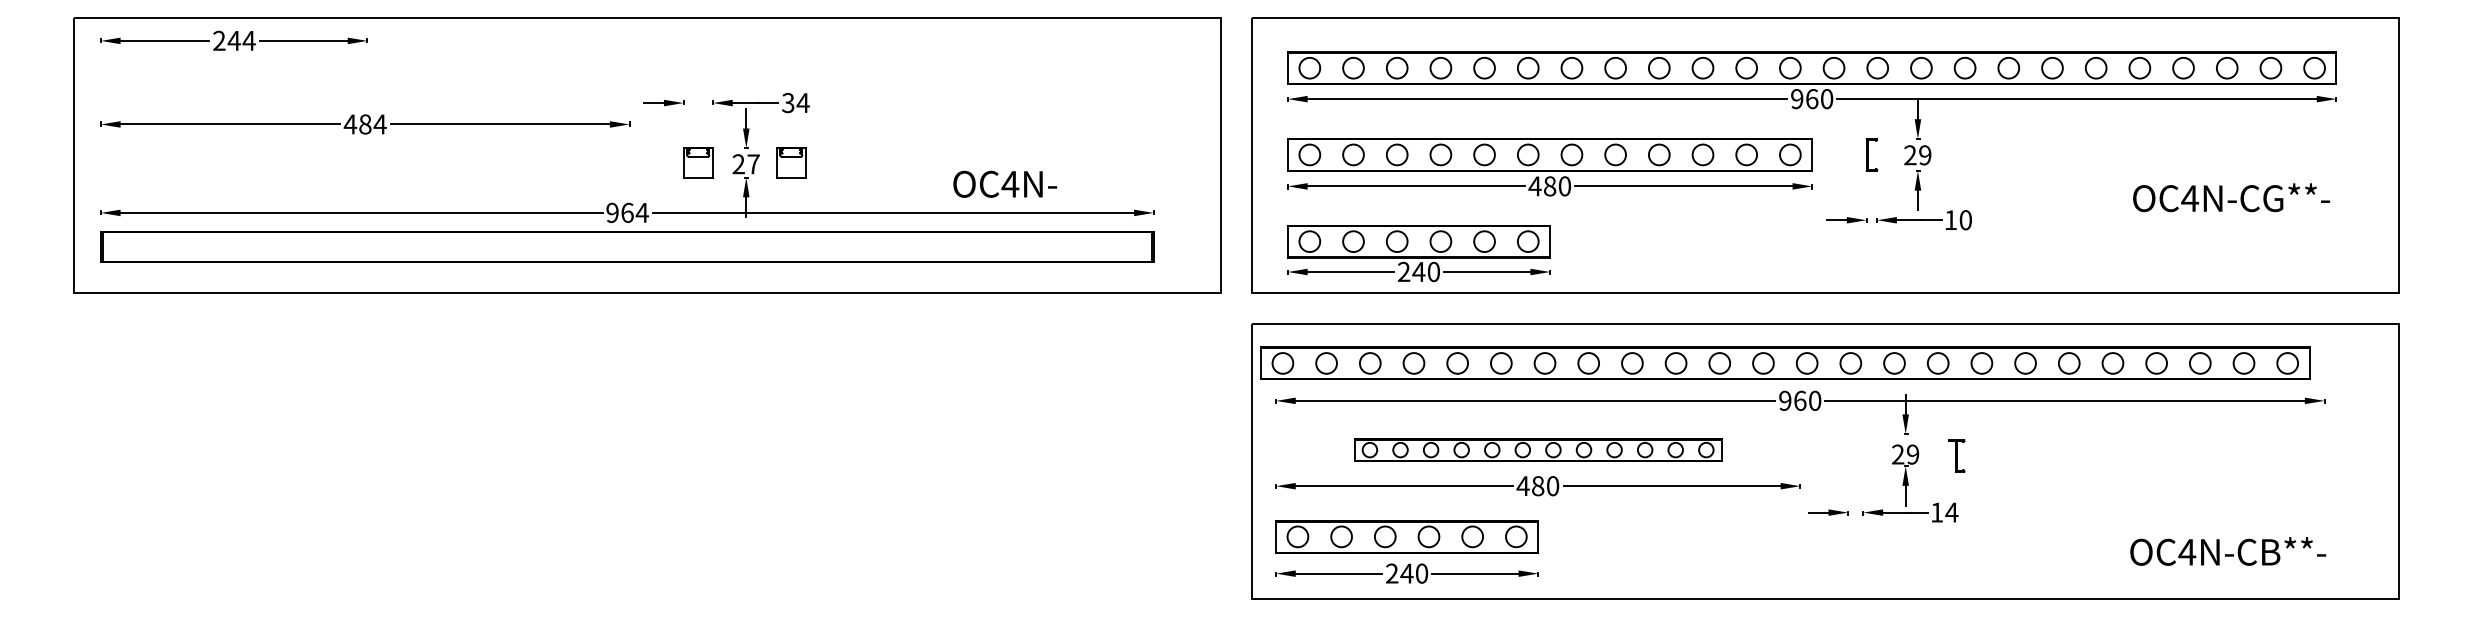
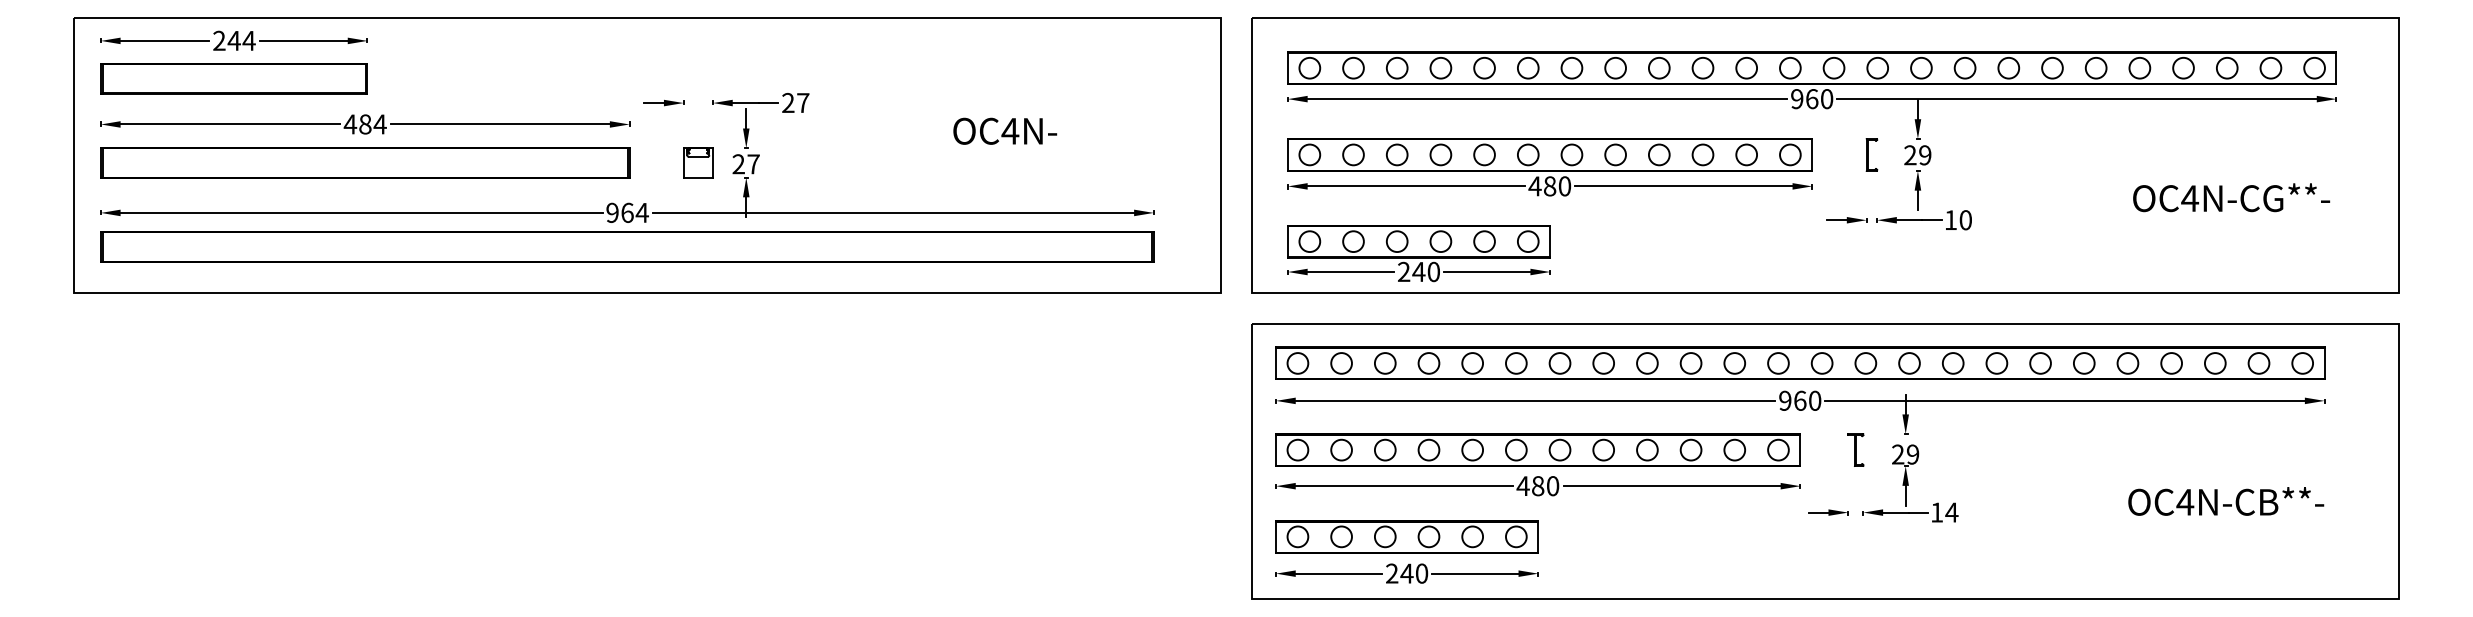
part at (233, 78): none -> present
text at (795, 103): 34 -> 27
part at (365, 162): none -> present
part at (791, 162): present -> none
text at (1005, 183) position: (1005, 183) -> (1005, 130)
part at (1785, 362) position: (1785, 362) -> (1800, 362)
part at (1538, 449) size: 369x24 px -> 526x34 px
part at (1956, 455) position: (1956, 455) -> (1855, 449)
text at (2228, 551) position: (2228, 551) -> (2226, 501)
